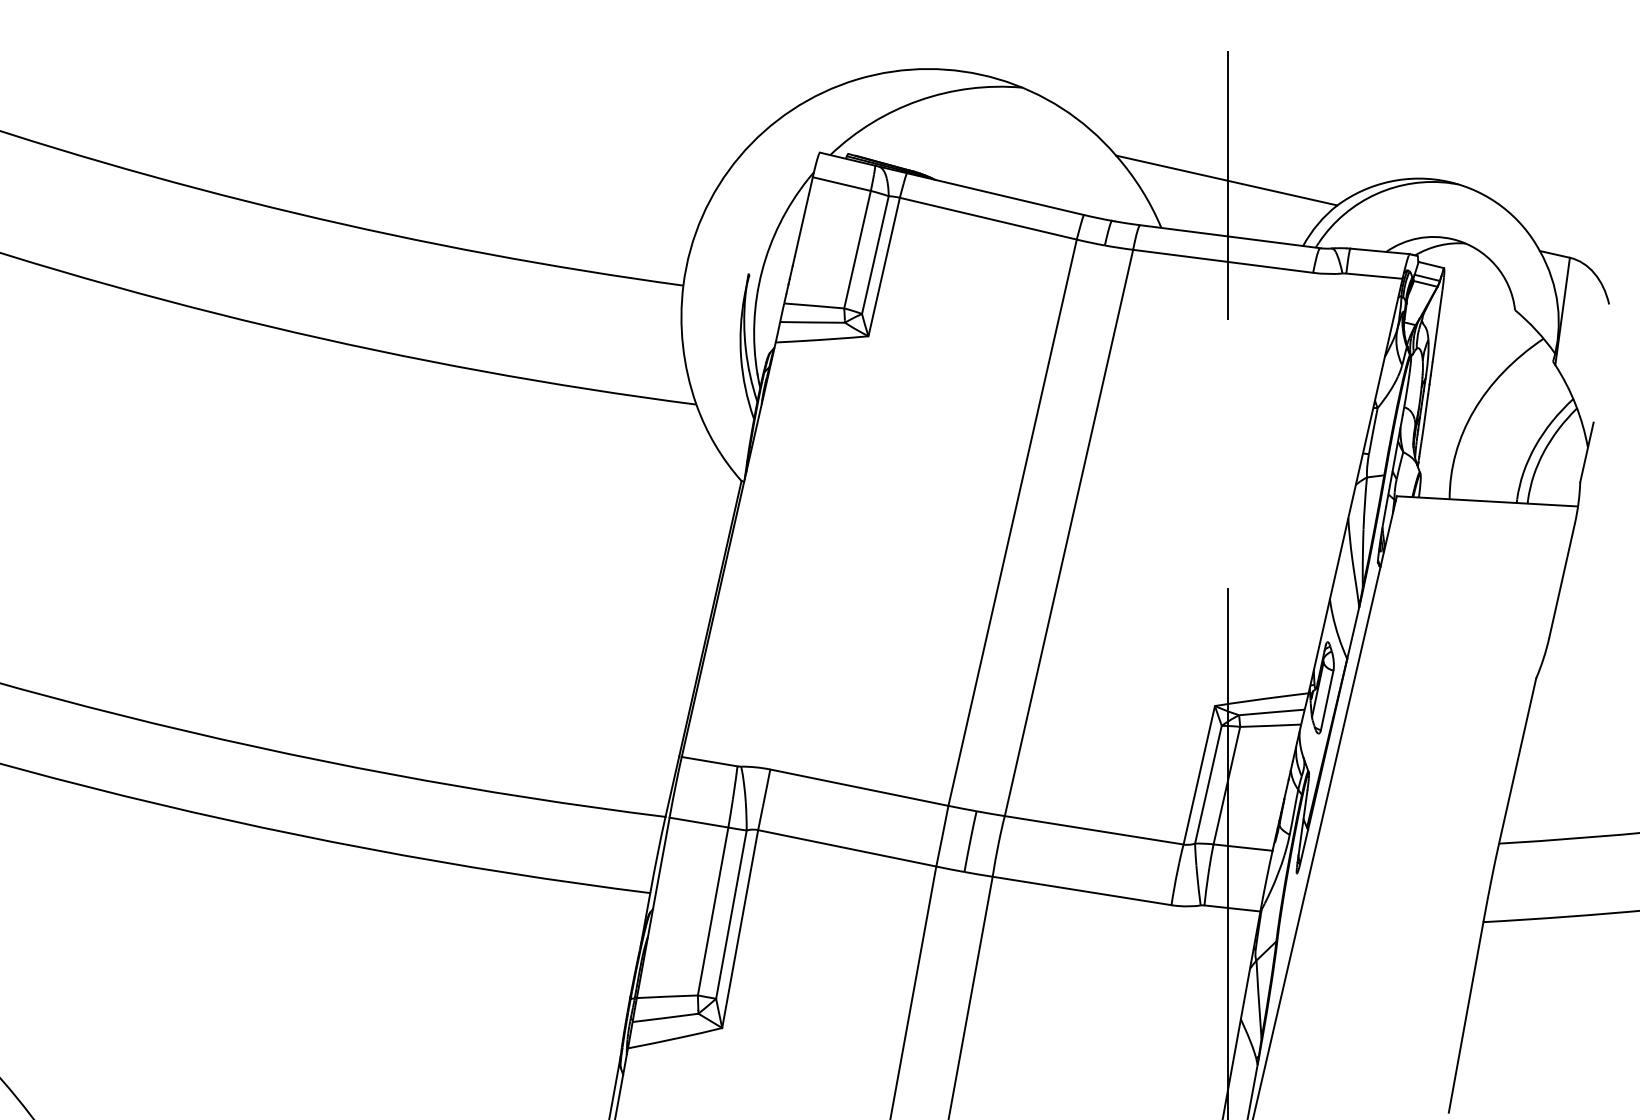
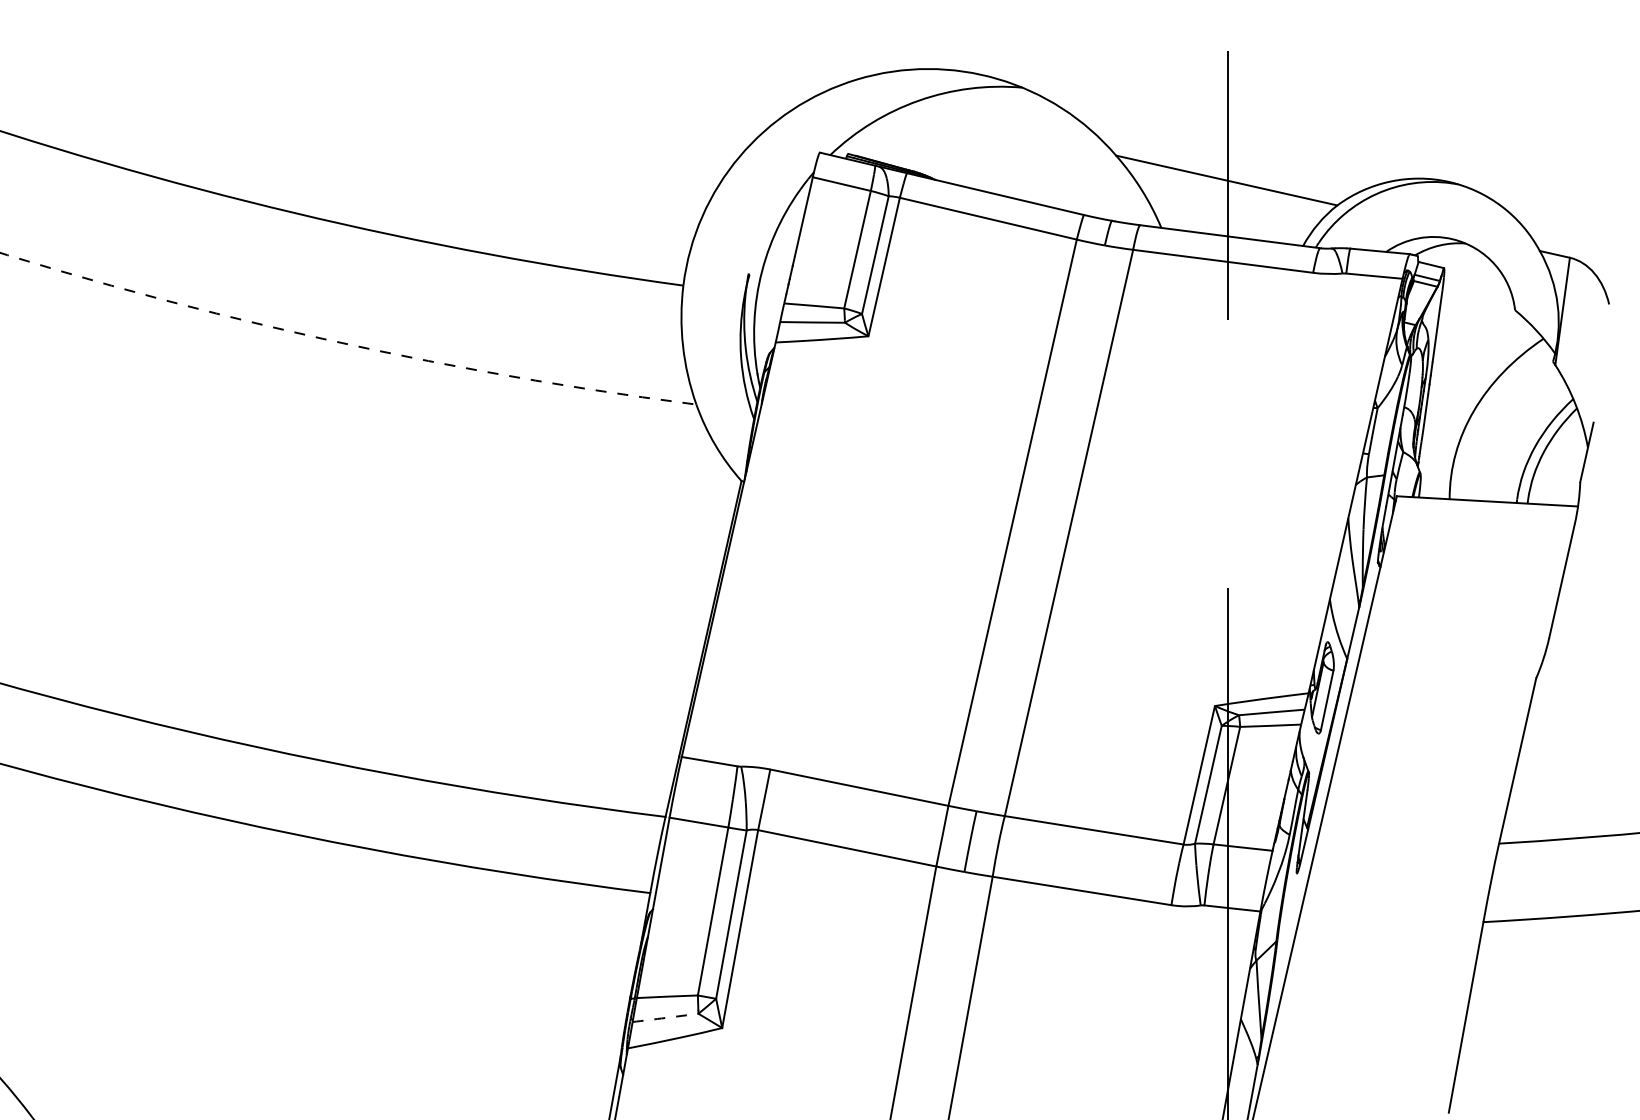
arc at (345, 343): solid -> dashed
arc at (665, 1017): solid -> dashed
